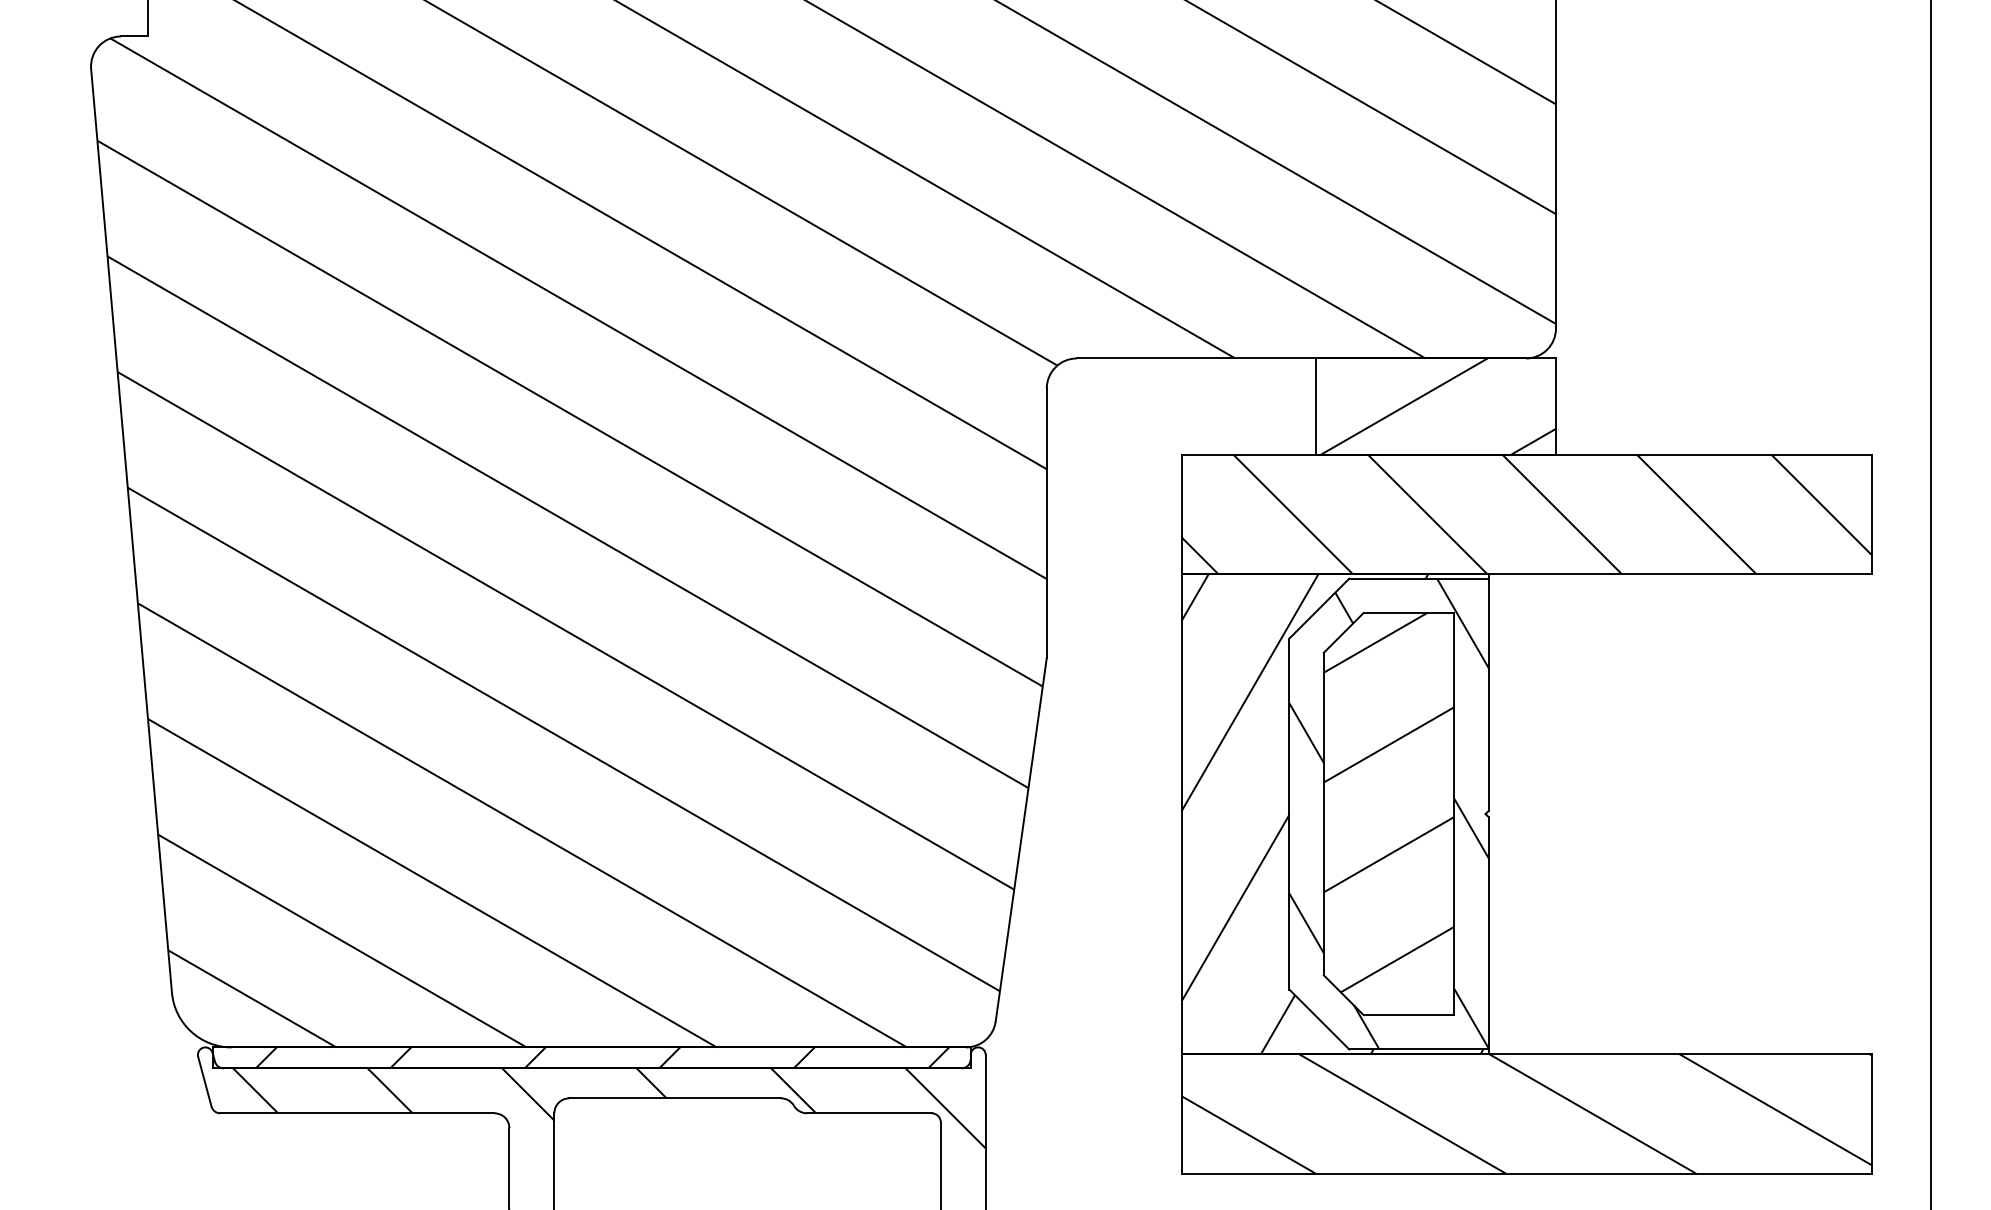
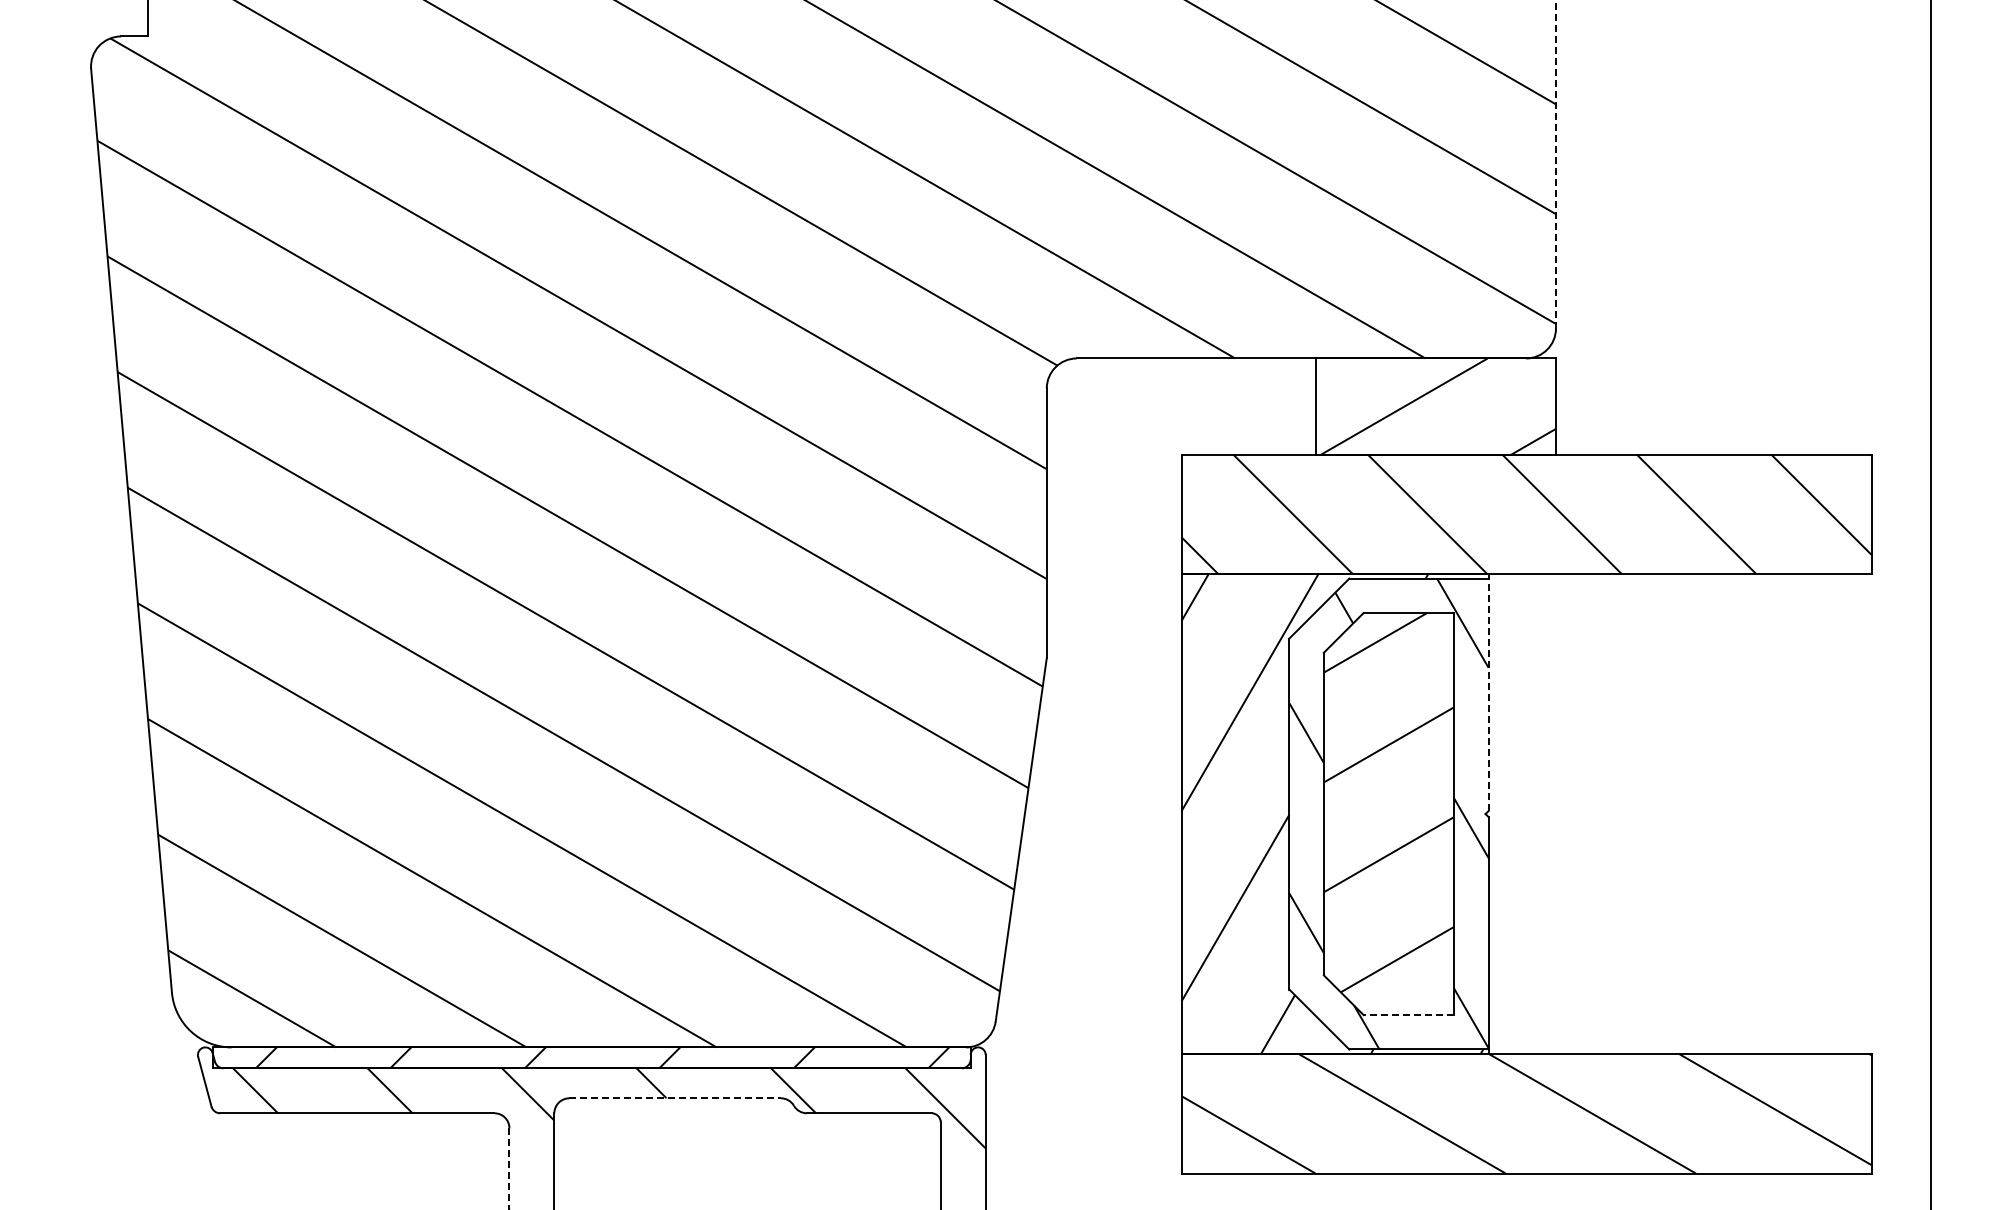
line at (1555, 164): solid -> dashed
line at (1488, 694): solid -> dashed
line at (1408, 1015): solid -> dashed
line at (675, 1098): solid -> dashed
line at (509, 1169): solid -> dashed
